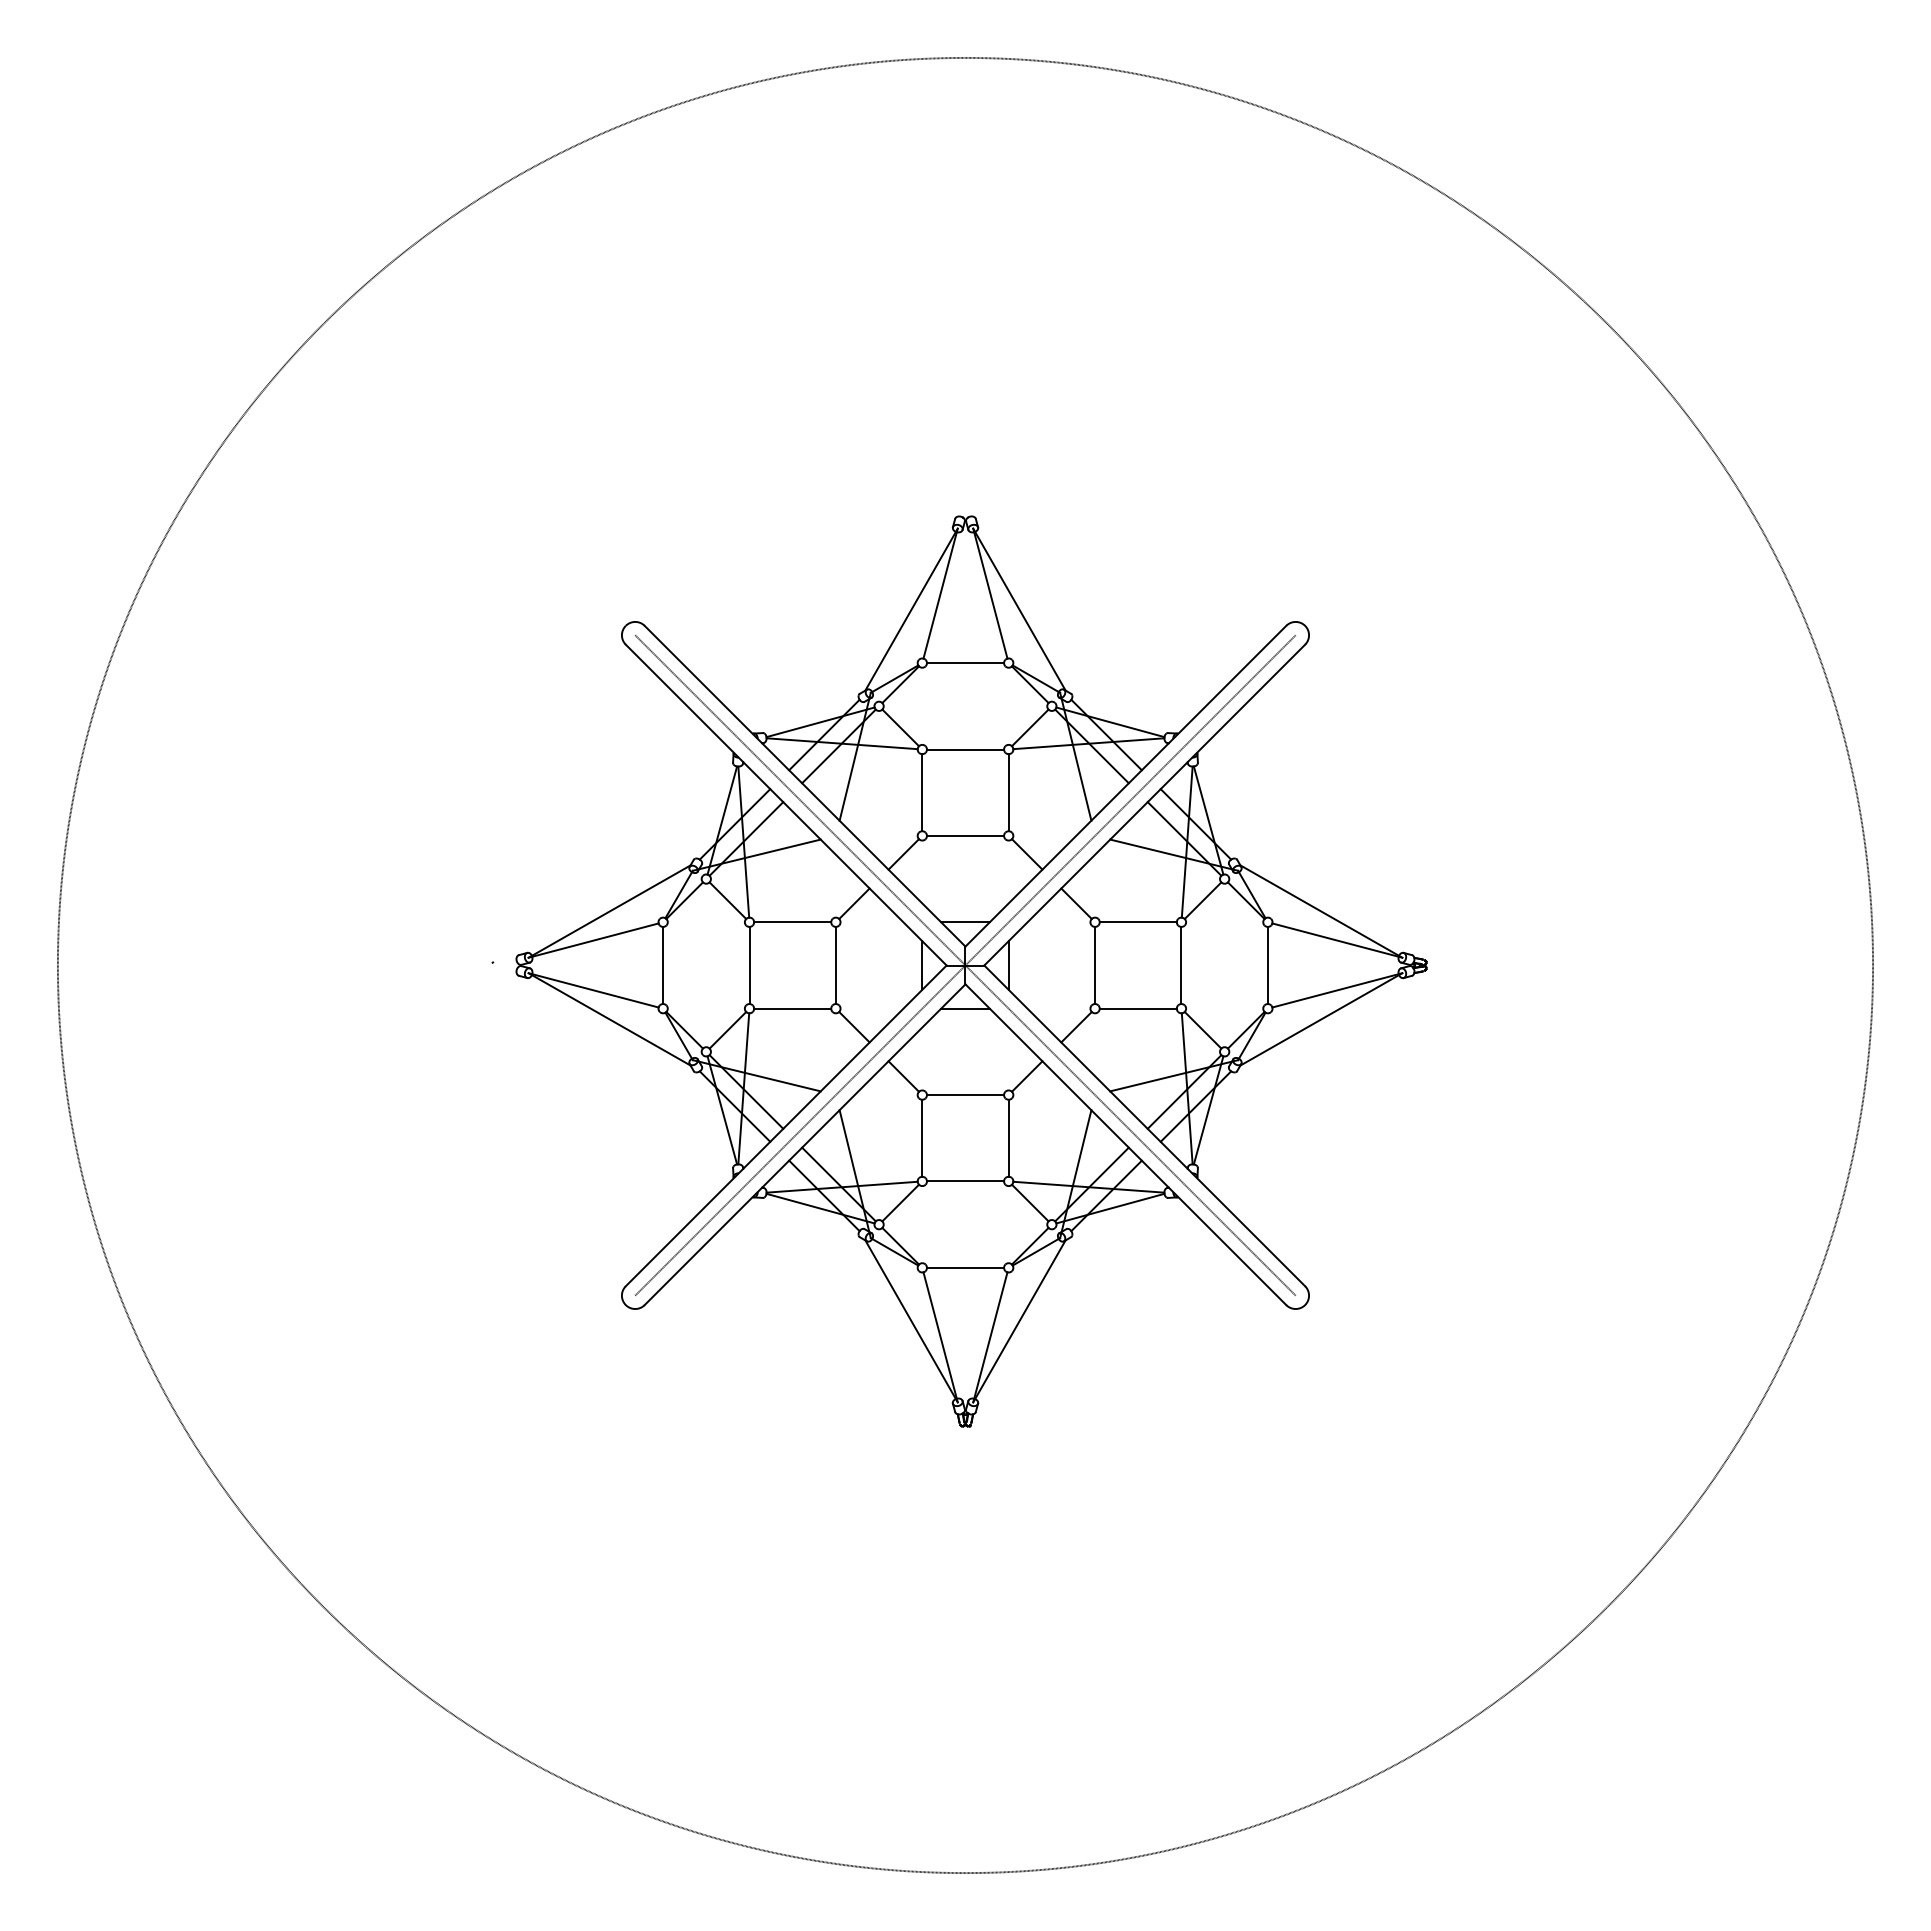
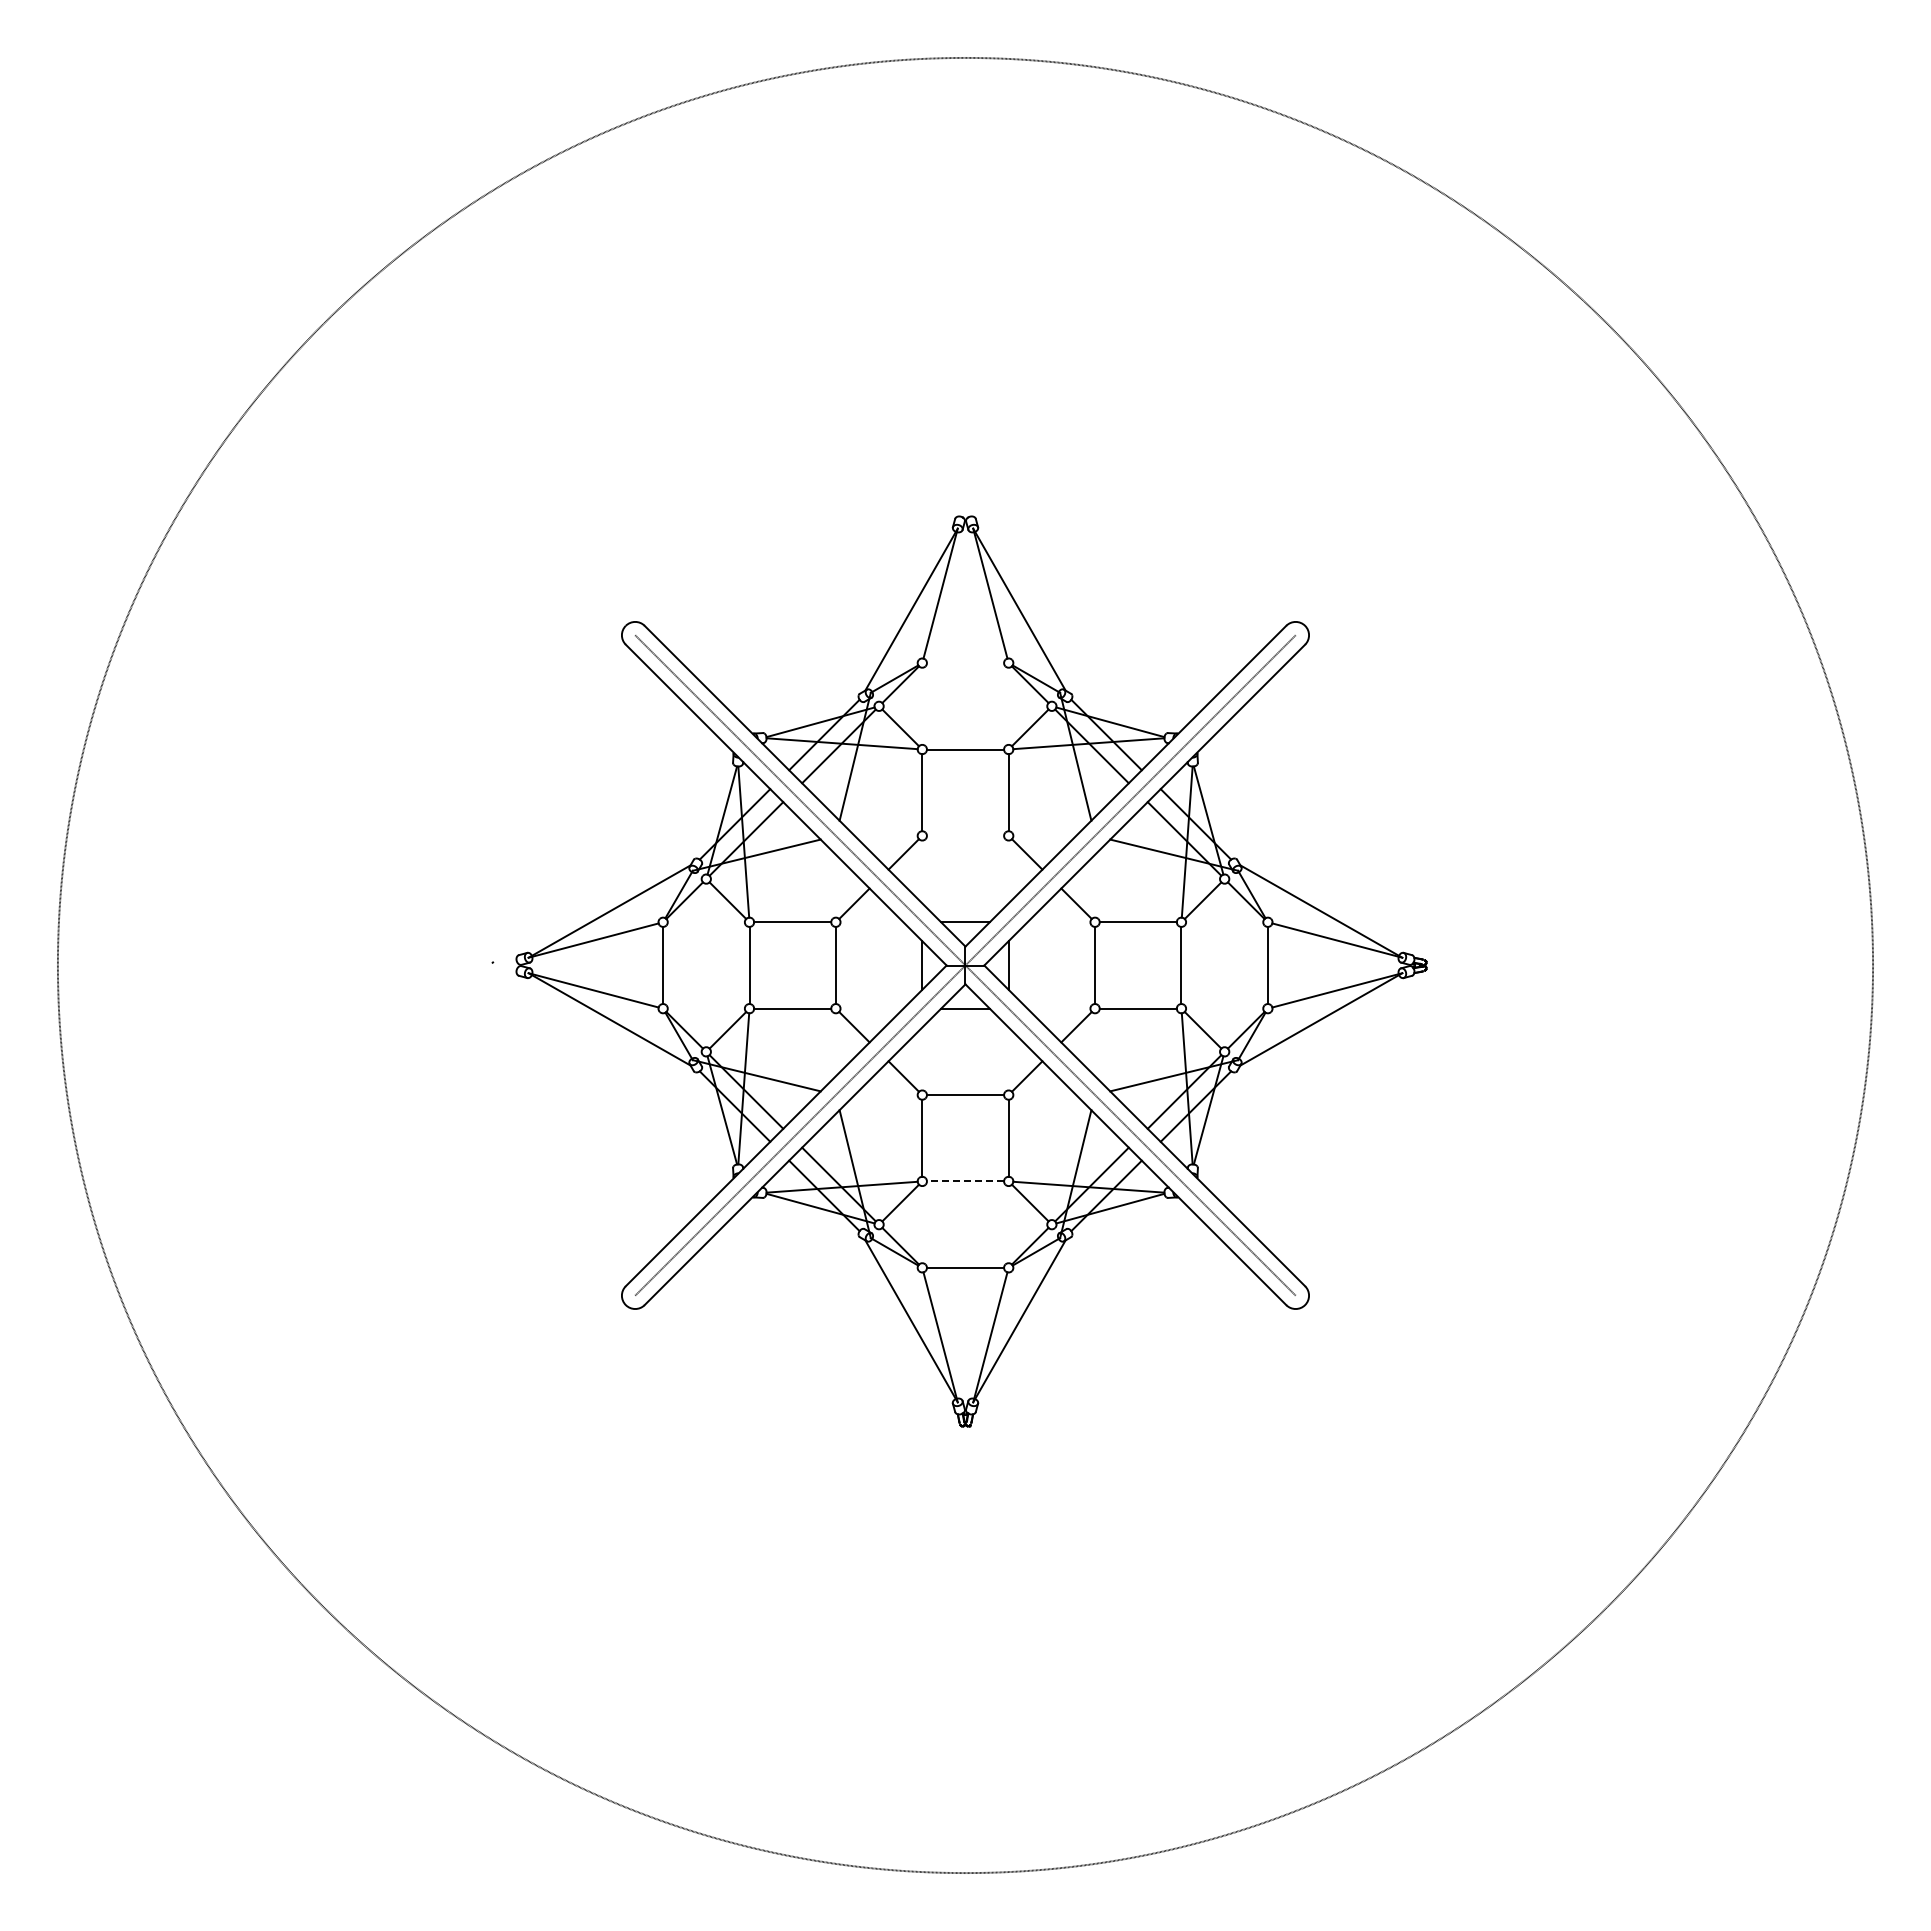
line at (965, 663): present -> none
line at (965, 835): present -> none
line at (965, 1181): solid -> dashed
